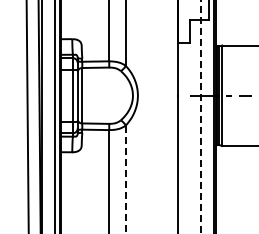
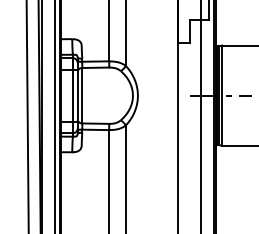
line at (201, 116): dashed -> solid
line at (125, 179): dashed -> solid
